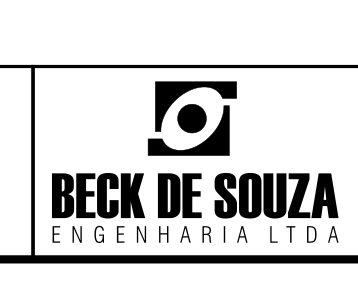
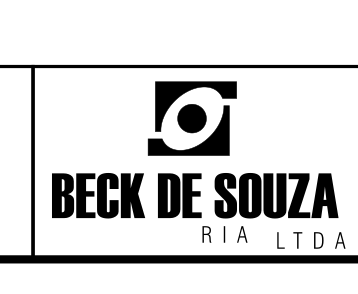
part at (121, 233): present -> none
part at (304, 234) position: (304, 234) -> (311, 240)
